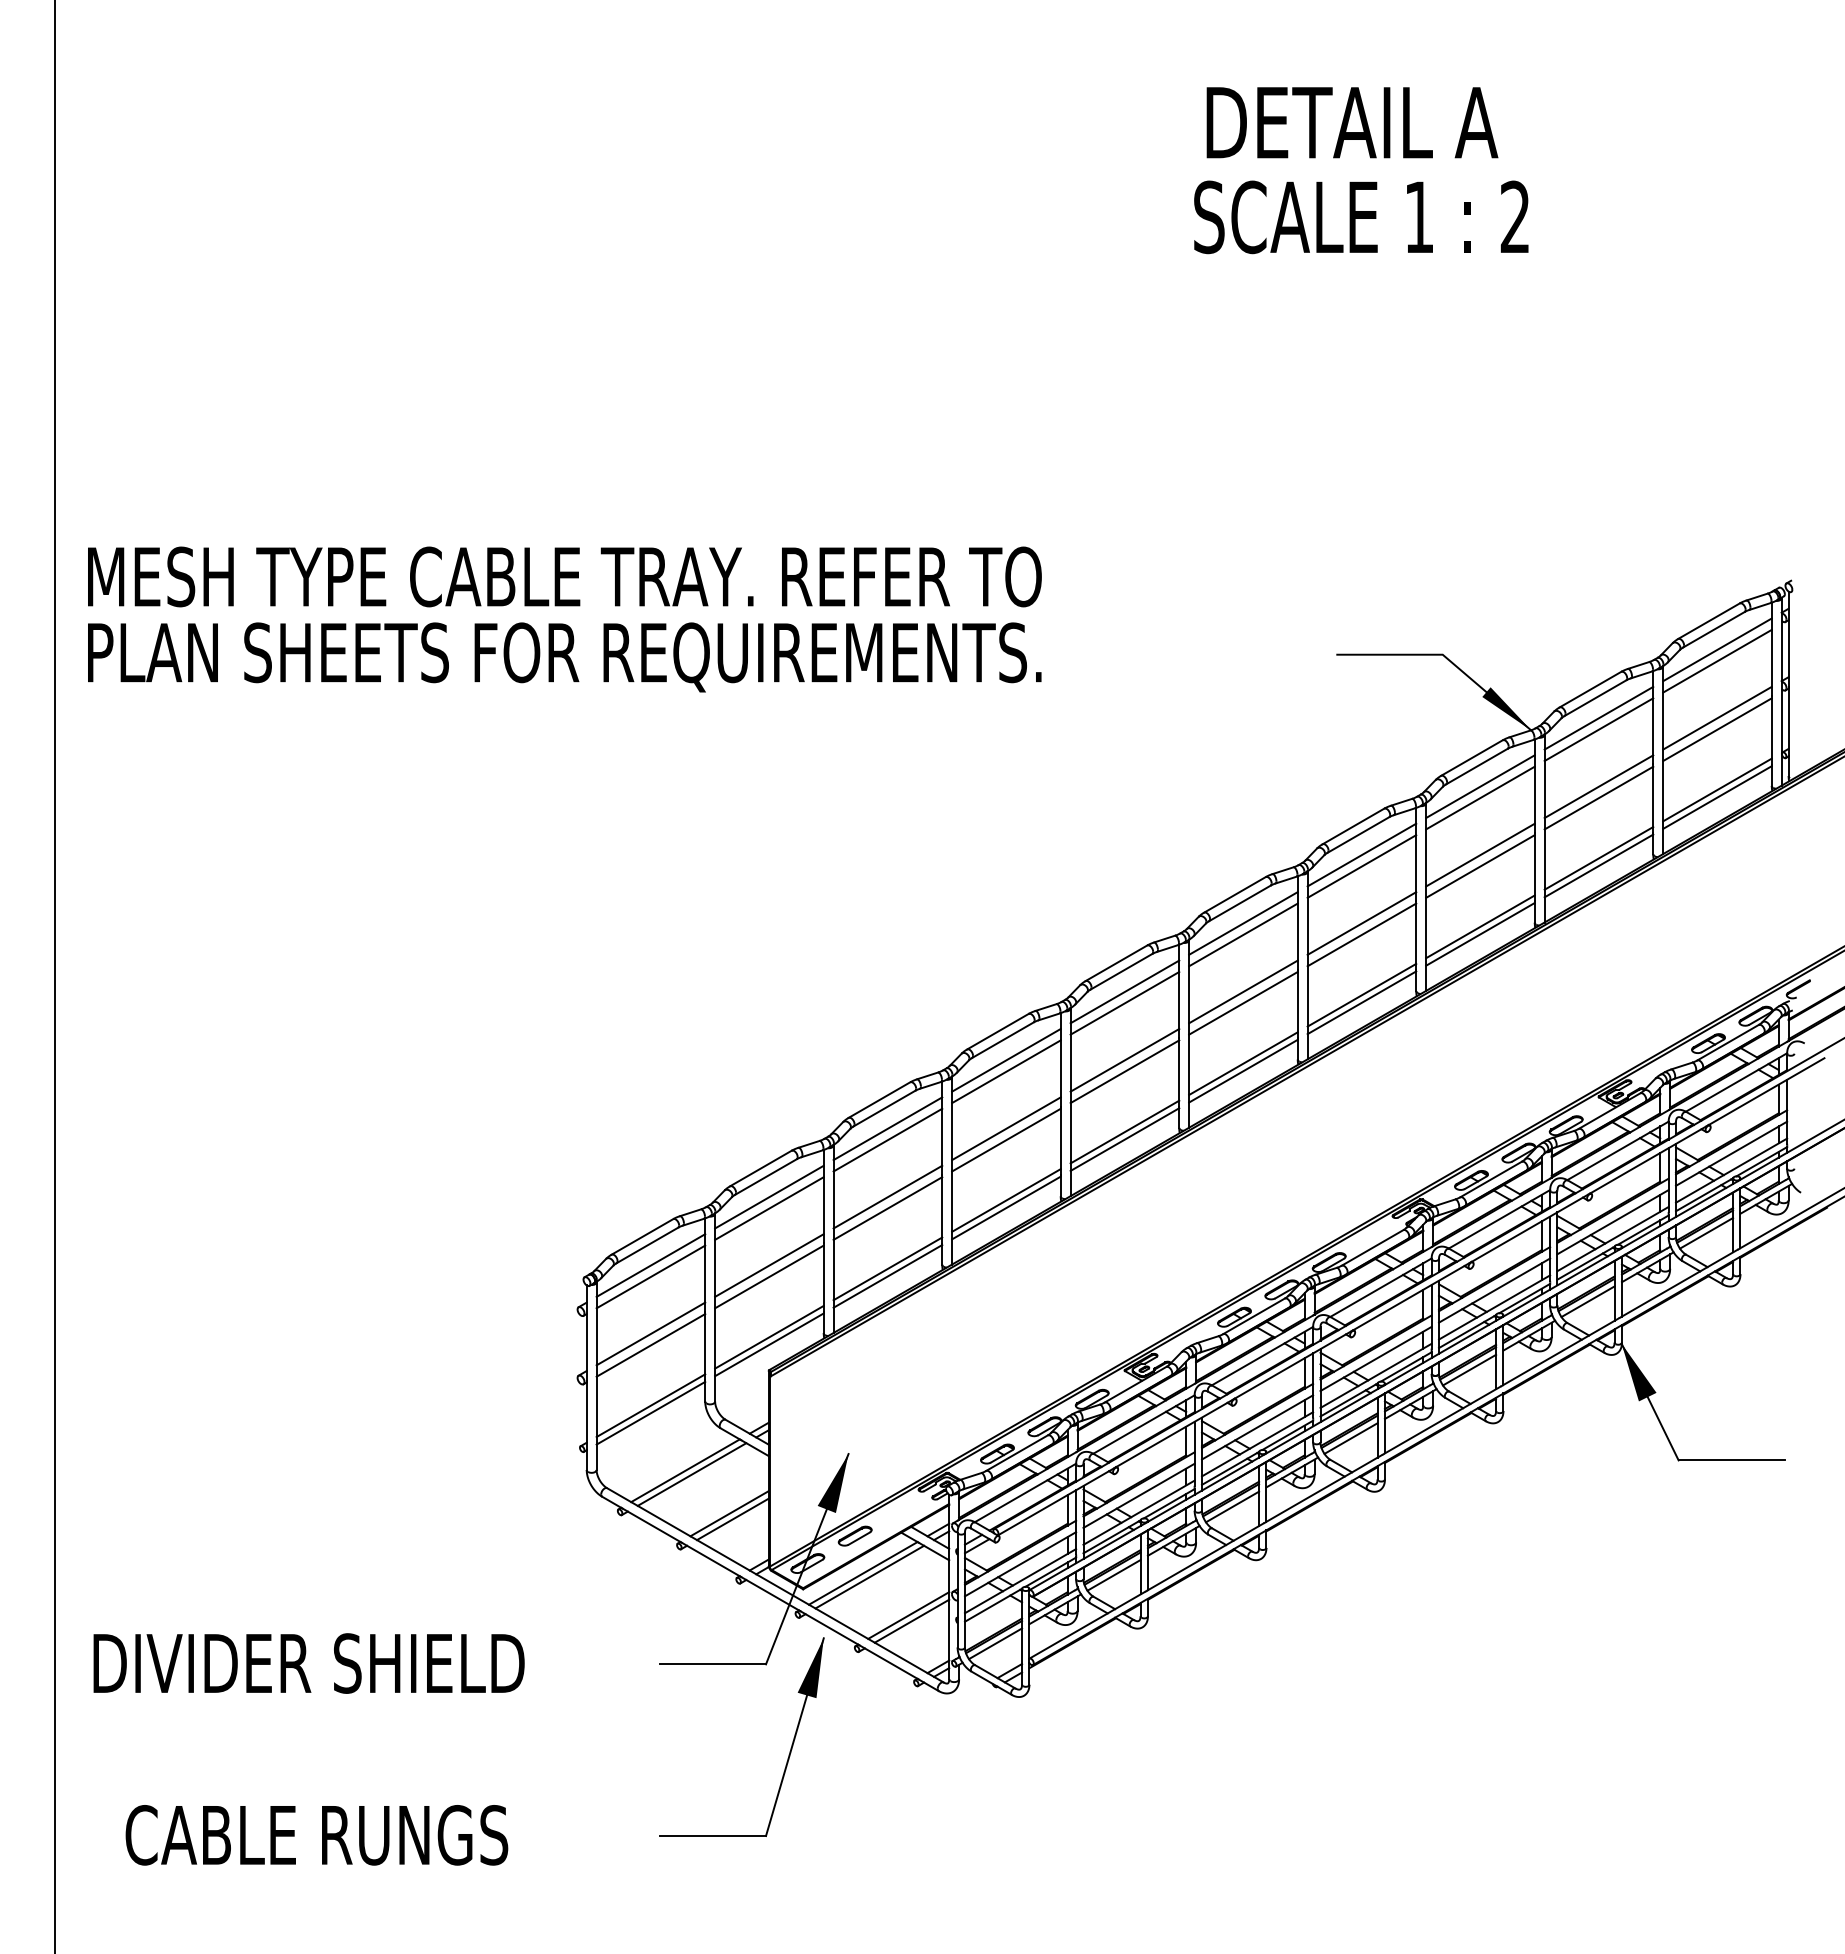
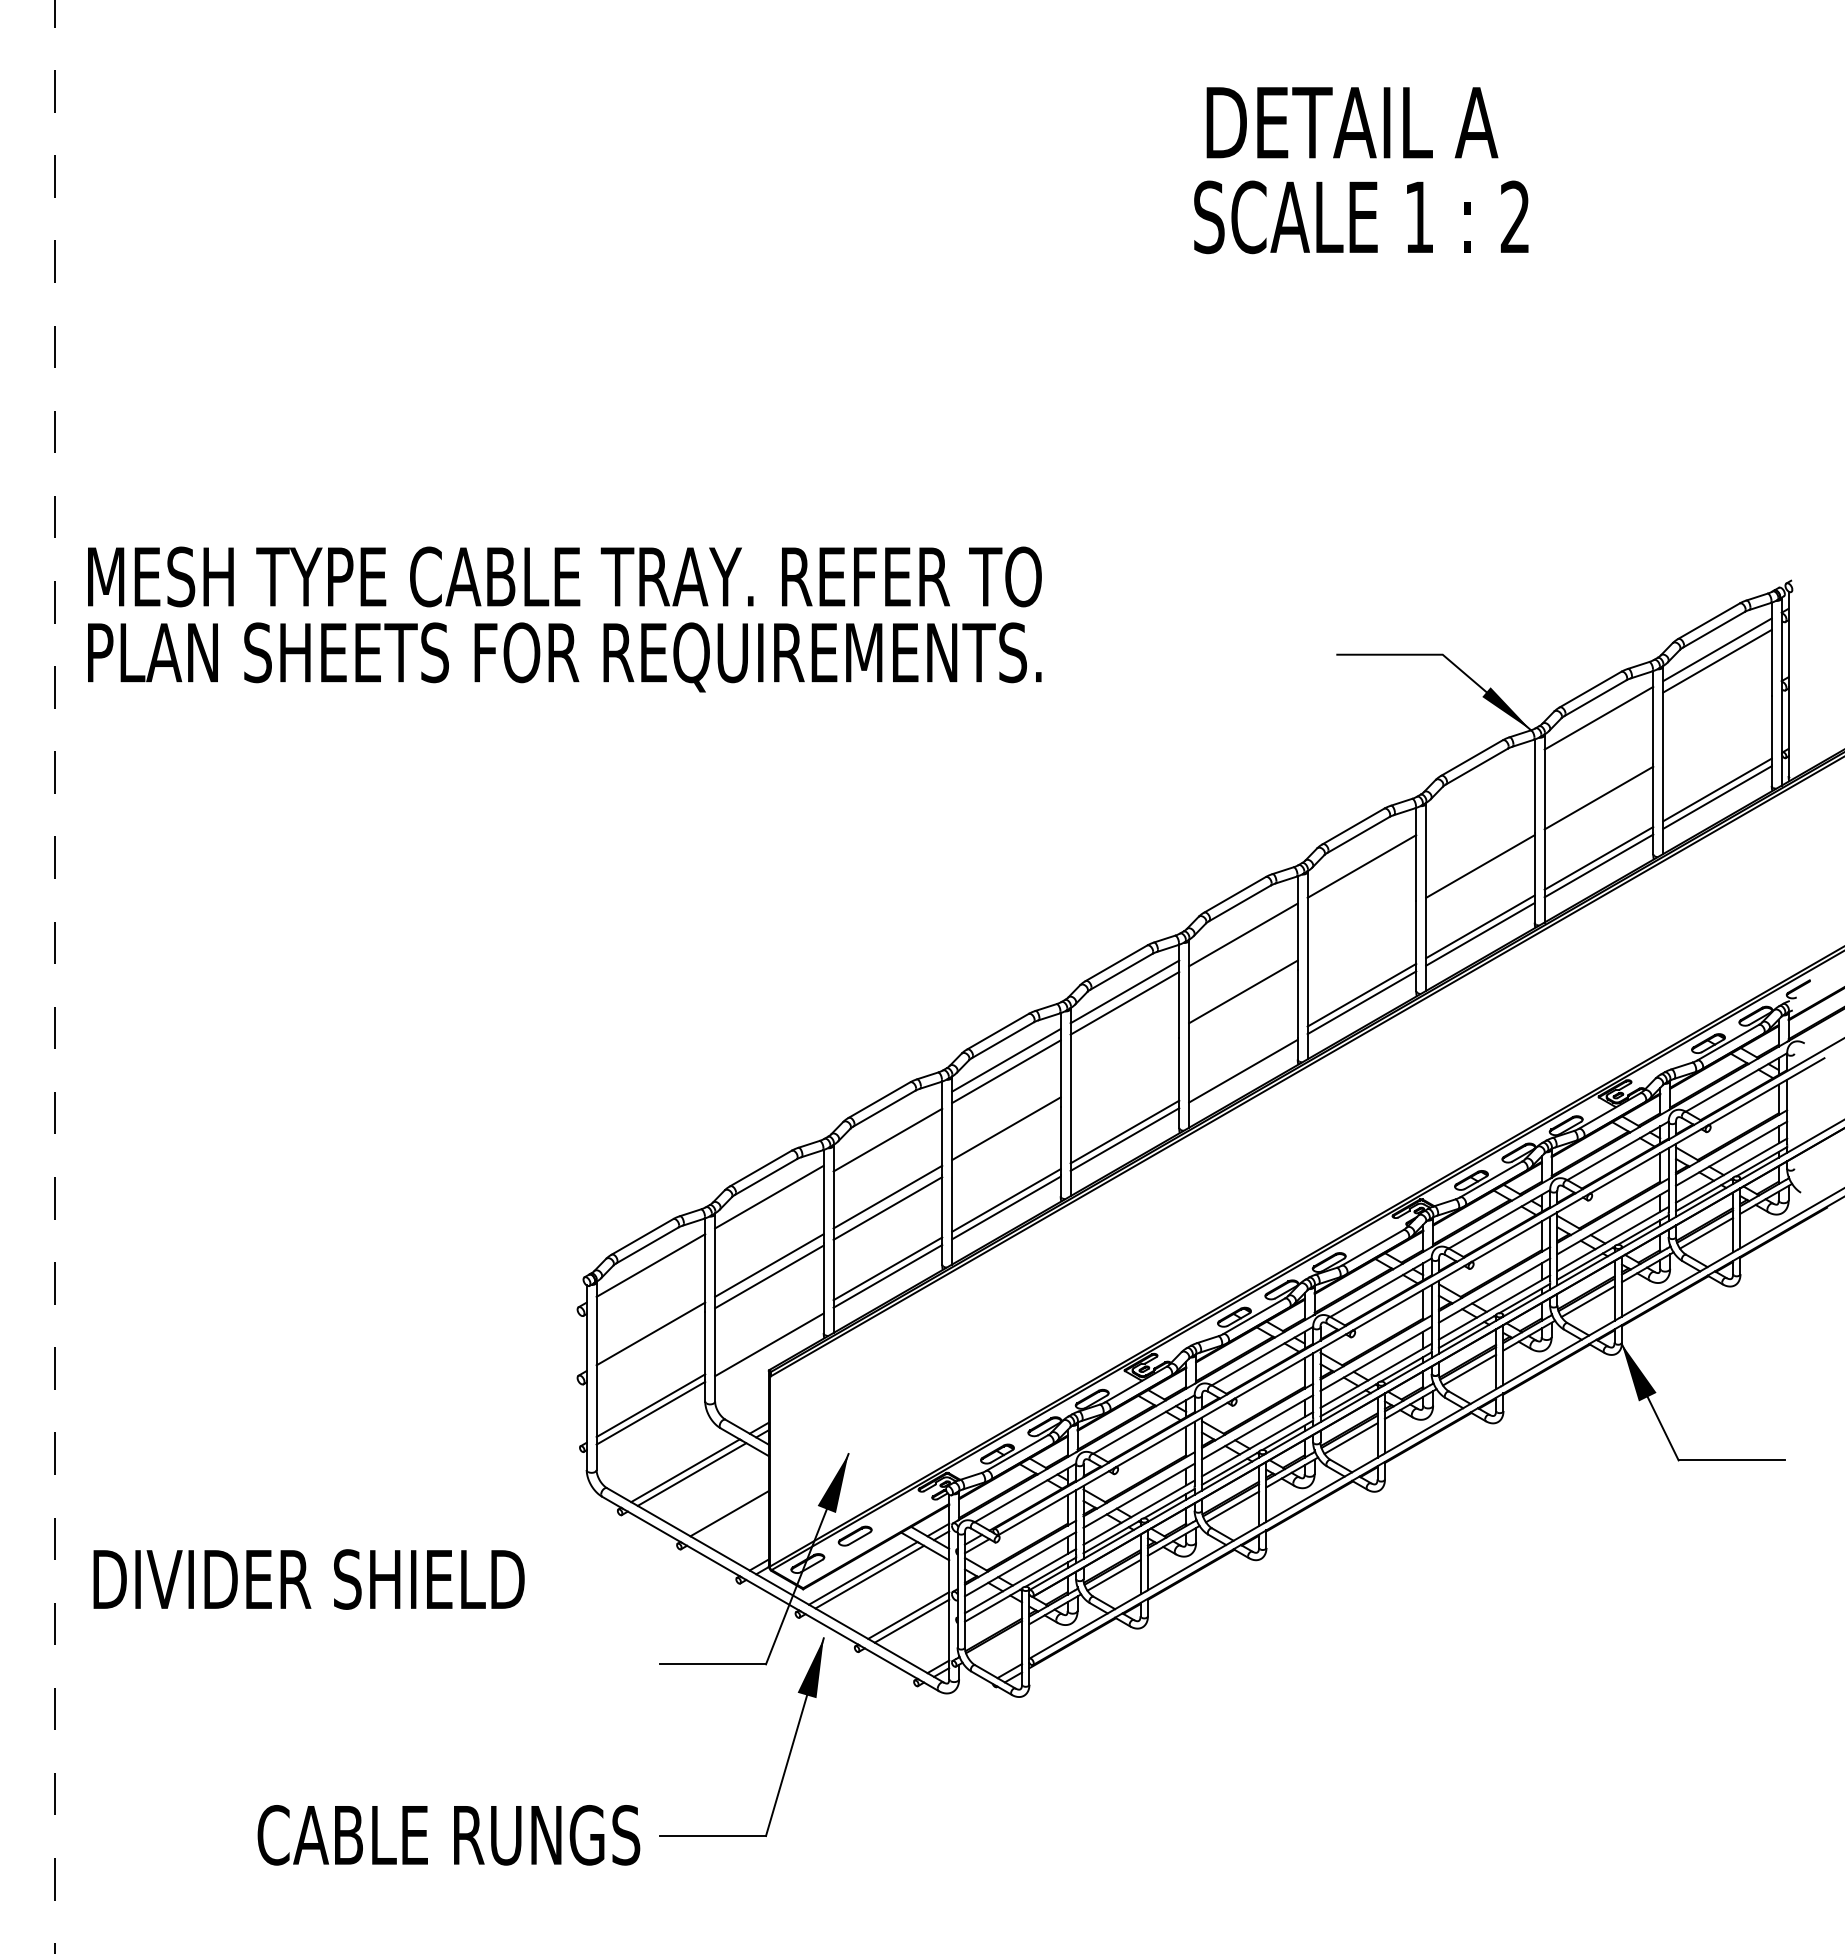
line at (1717, 717): present -> none
line at (1598, 729): present -> none
line at (1717, 729): present -> none
line at (1480, 786): present -> none
line at (1598, 786): present -> none
line at (1480, 797): present -> none
line at (1361, 854): present -> none
line at (1480, 854): present -> none
line at (1243, 923): present -> none
line at (1361, 923): present -> none
line at (1361, 934): present -> none
line at (55, 977): solid -> dashed
line at (1243, 1002): present -> none
line at (1124, 1059): present -> none
line at (1243, 1063): present -> none
line at (1124, 1071): present -> none
line at (887, 1128): present -> none
line at (1006, 1139): present -> none
line at (769, 1208): present -> none
line at (650, 1276): present -> none
line at (769, 1336): present -> none
line at (650, 1345): present -> none
line at (732, 1519): present -> none
line at (995, 1643): present -> none
text at (308, 1663) position: (308, 1663) -> (308, 1579)
text at (316, 1835) position: (316, 1835) -> (448, 1835)
